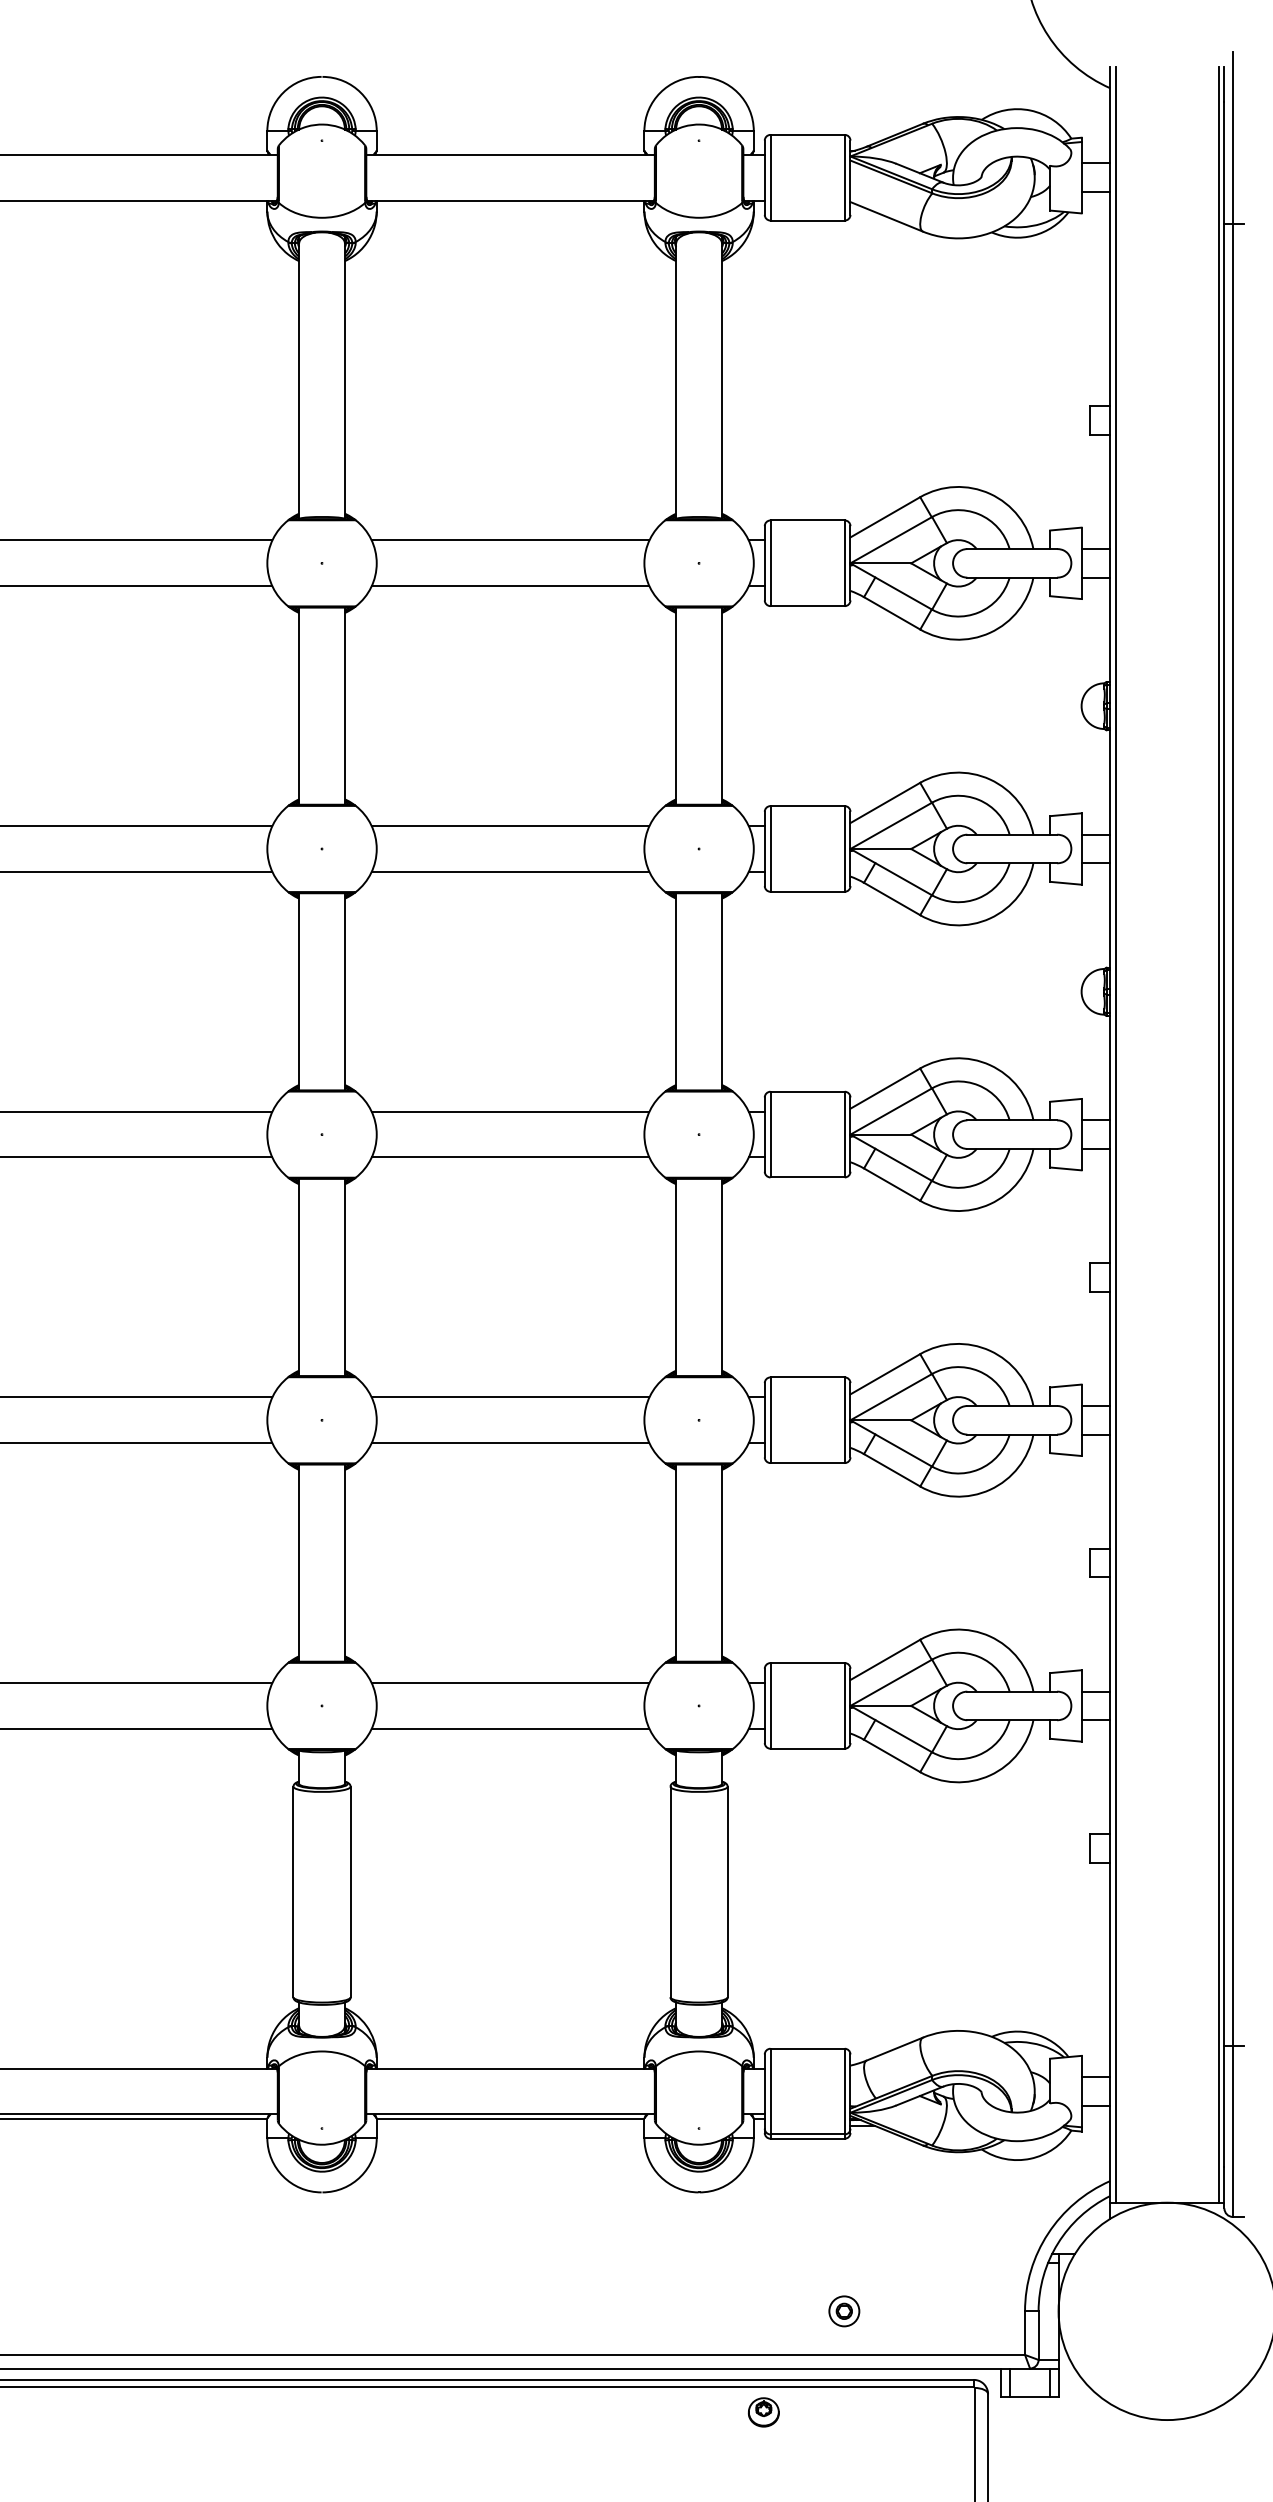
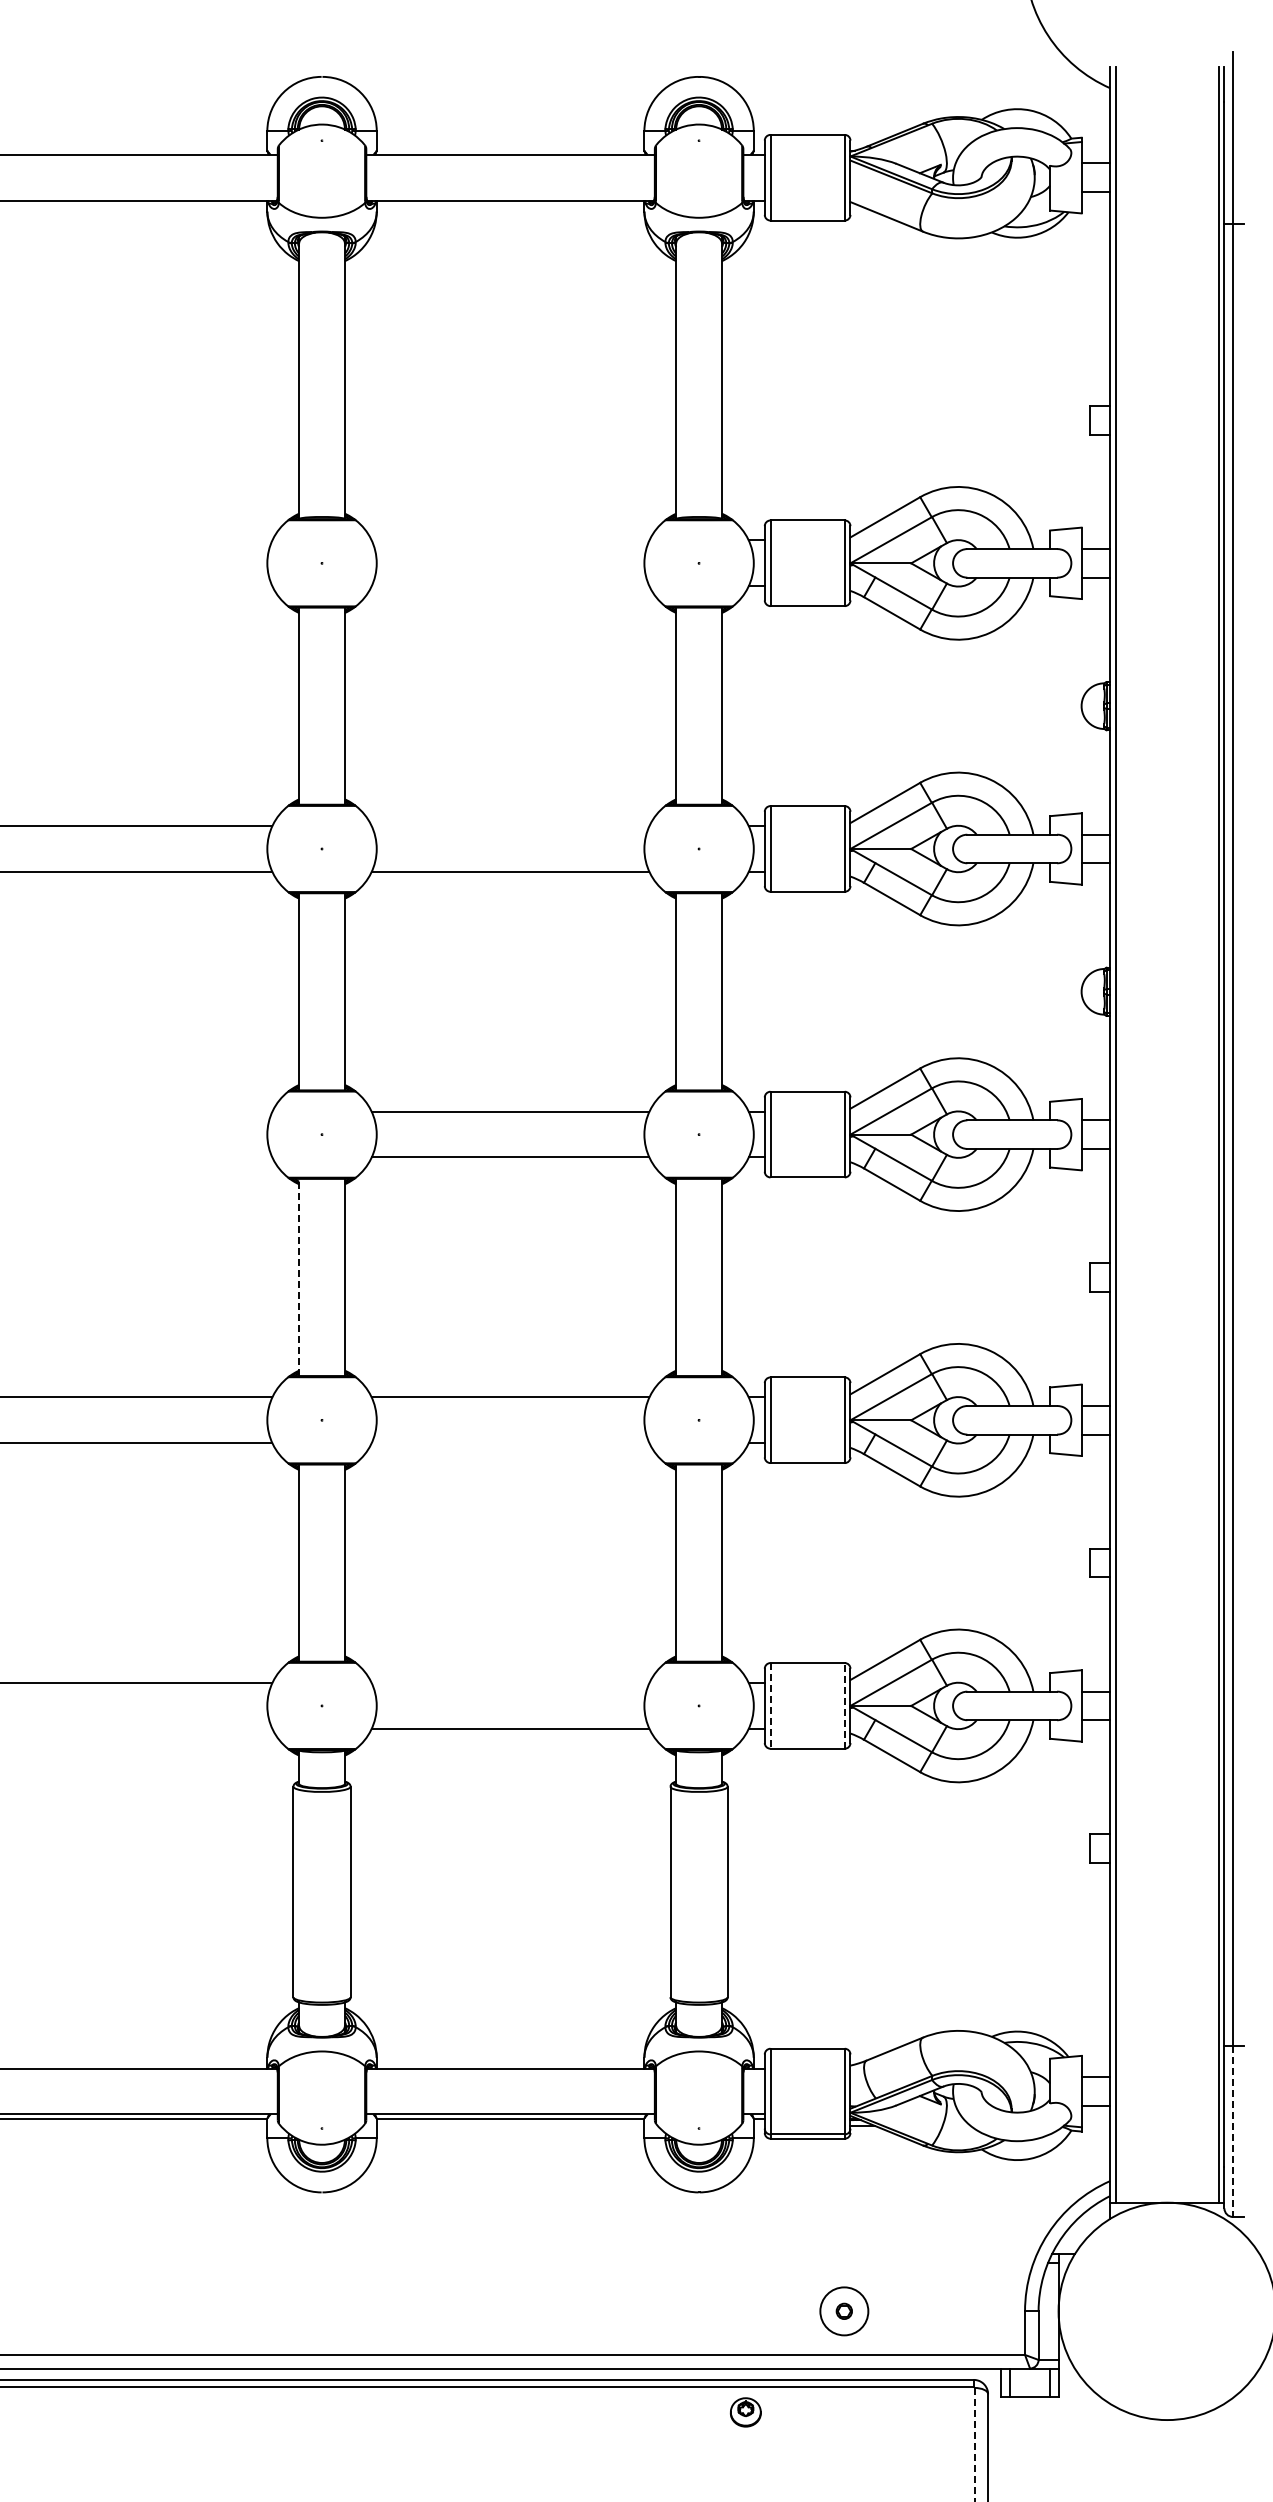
line at (137, 540): present -> none
line at (510, 540): present -> none
line at (137, 586): present -> none
line at (510, 586): present -> none
line at (510, 826): present -> none
line at (137, 1111): present -> none
line at (137, 1157): present -> none
line at (299, 1277): solid -> dashed
line at (510, 1443): present -> none
line at (510, 1683): present -> none
line at (770, 1705): solid -> dashed
line at (844, 1705): solid -> dashed
line at (137, 1728): present -> none
line at (1232, 2131): solid -> dashed
circle at (844, 2311) diameter: 30 px -> 48 px
part at (763, 2412) position: (763, 2412) -> (745, 2412)
line at (974, 2444): solid -> dashed
